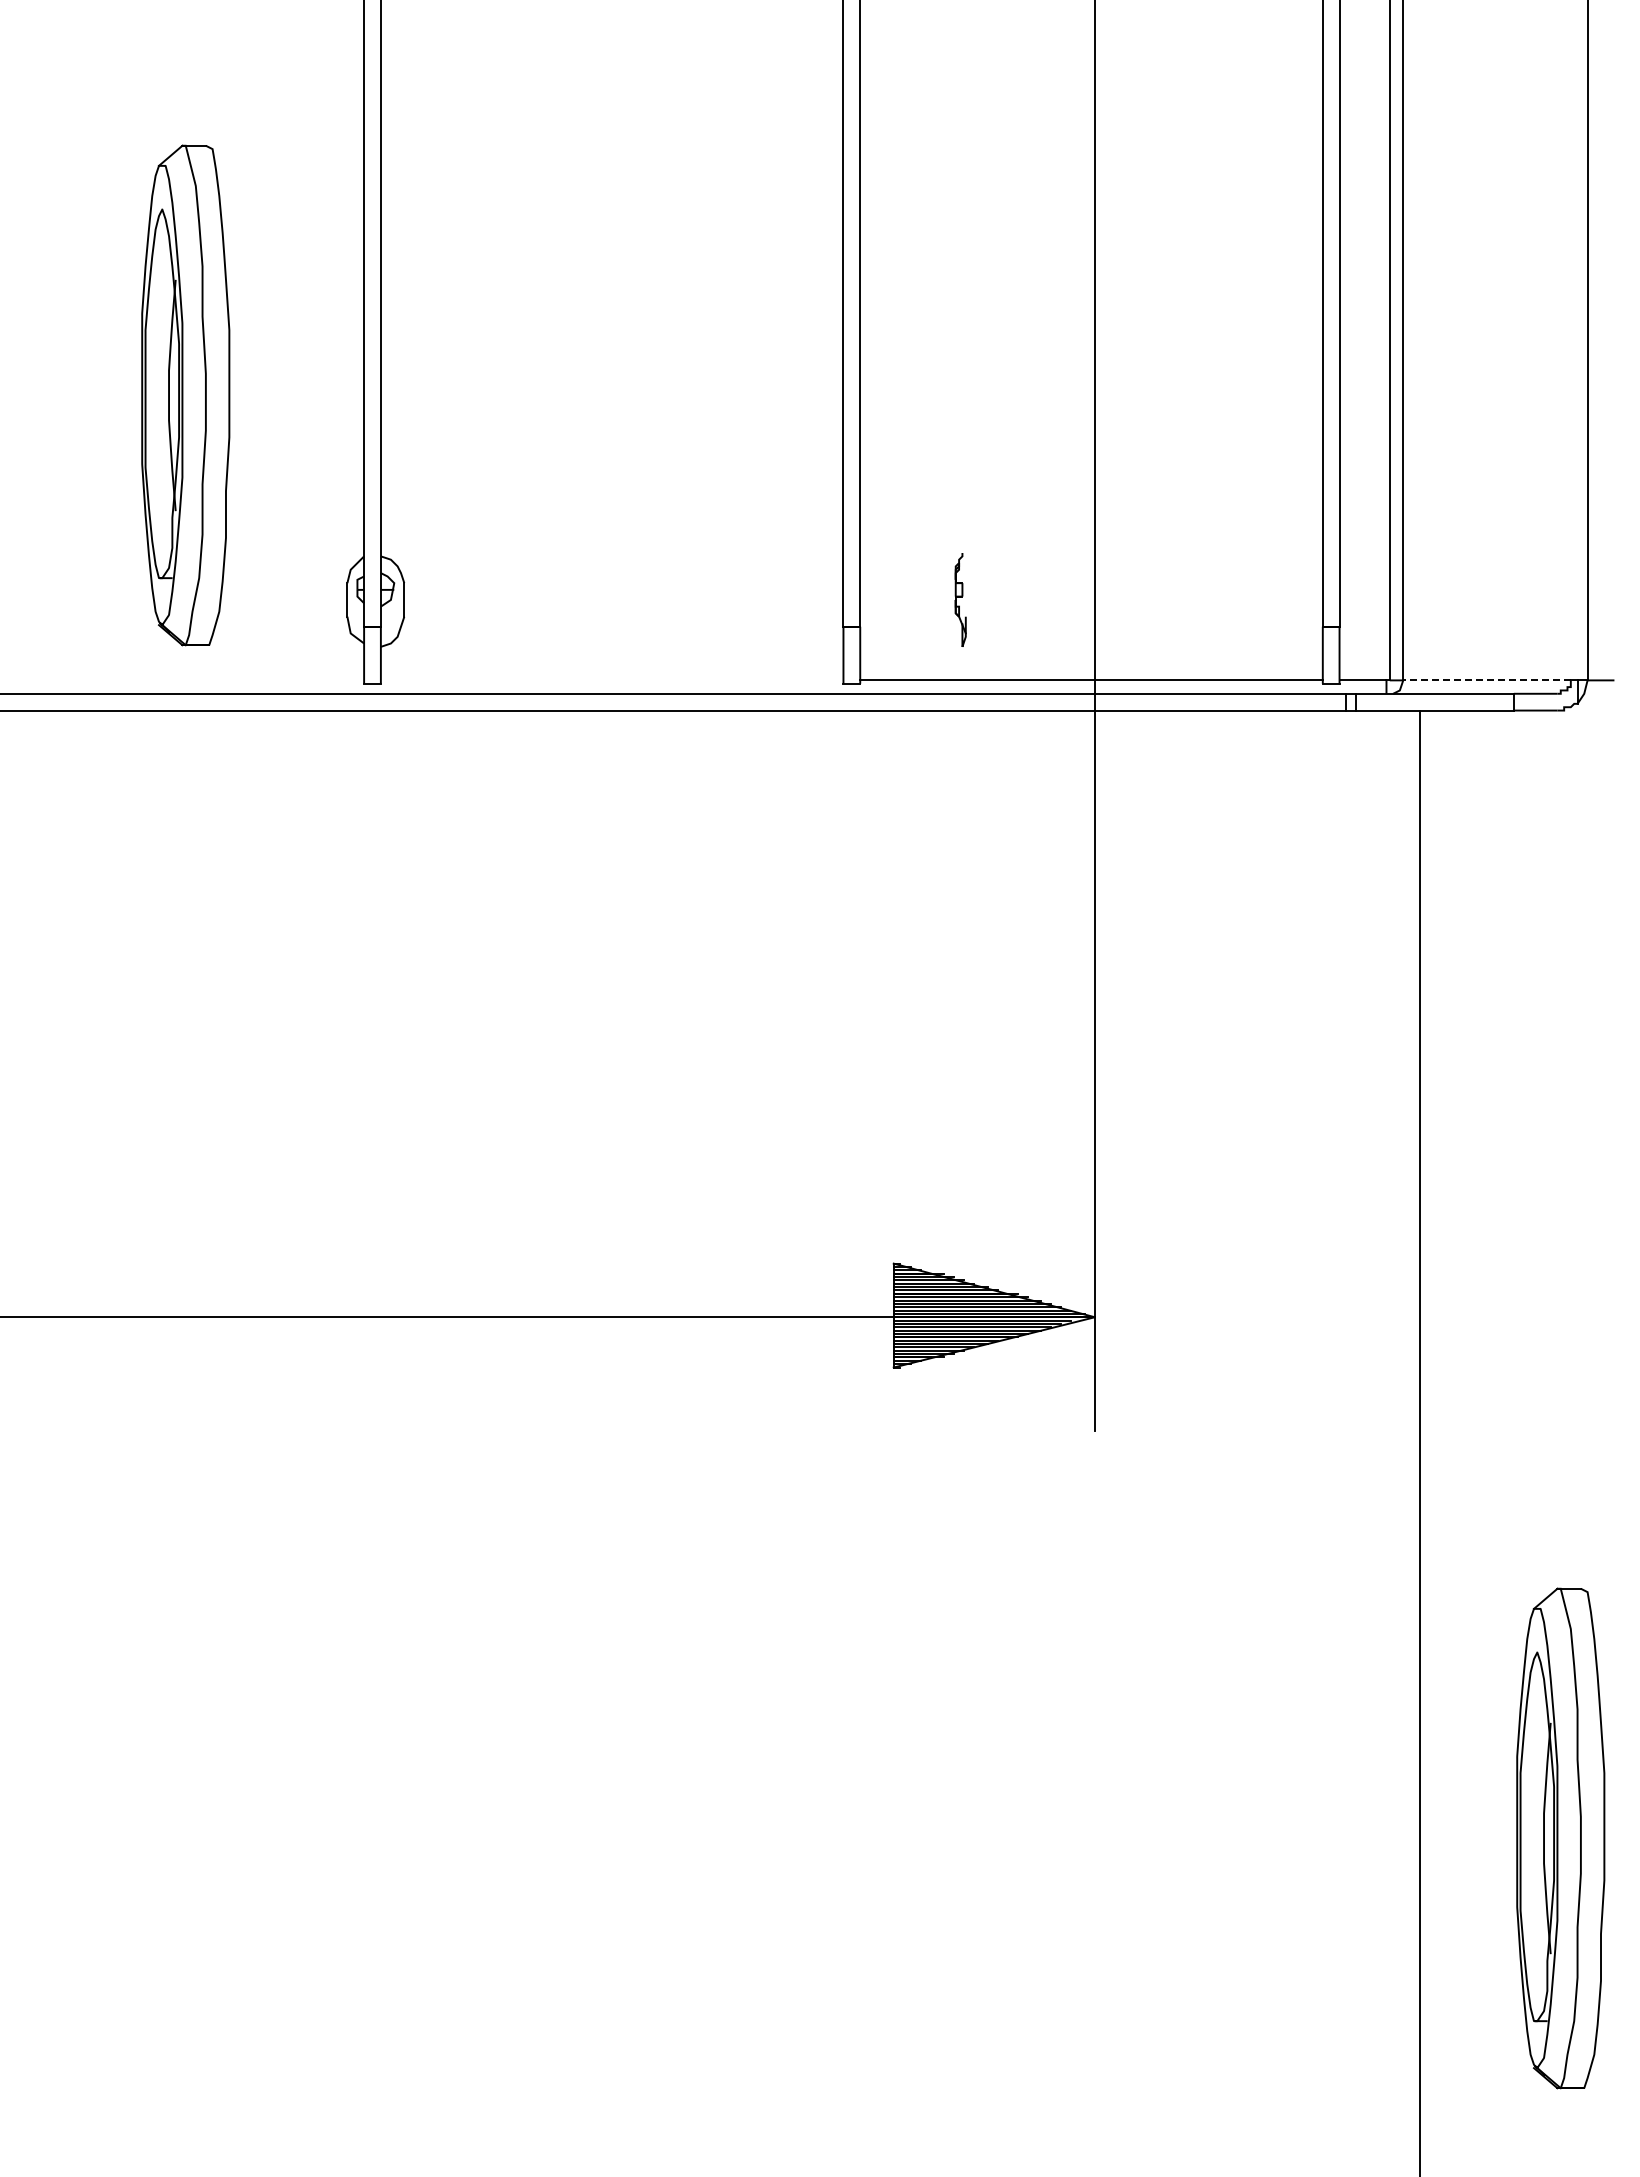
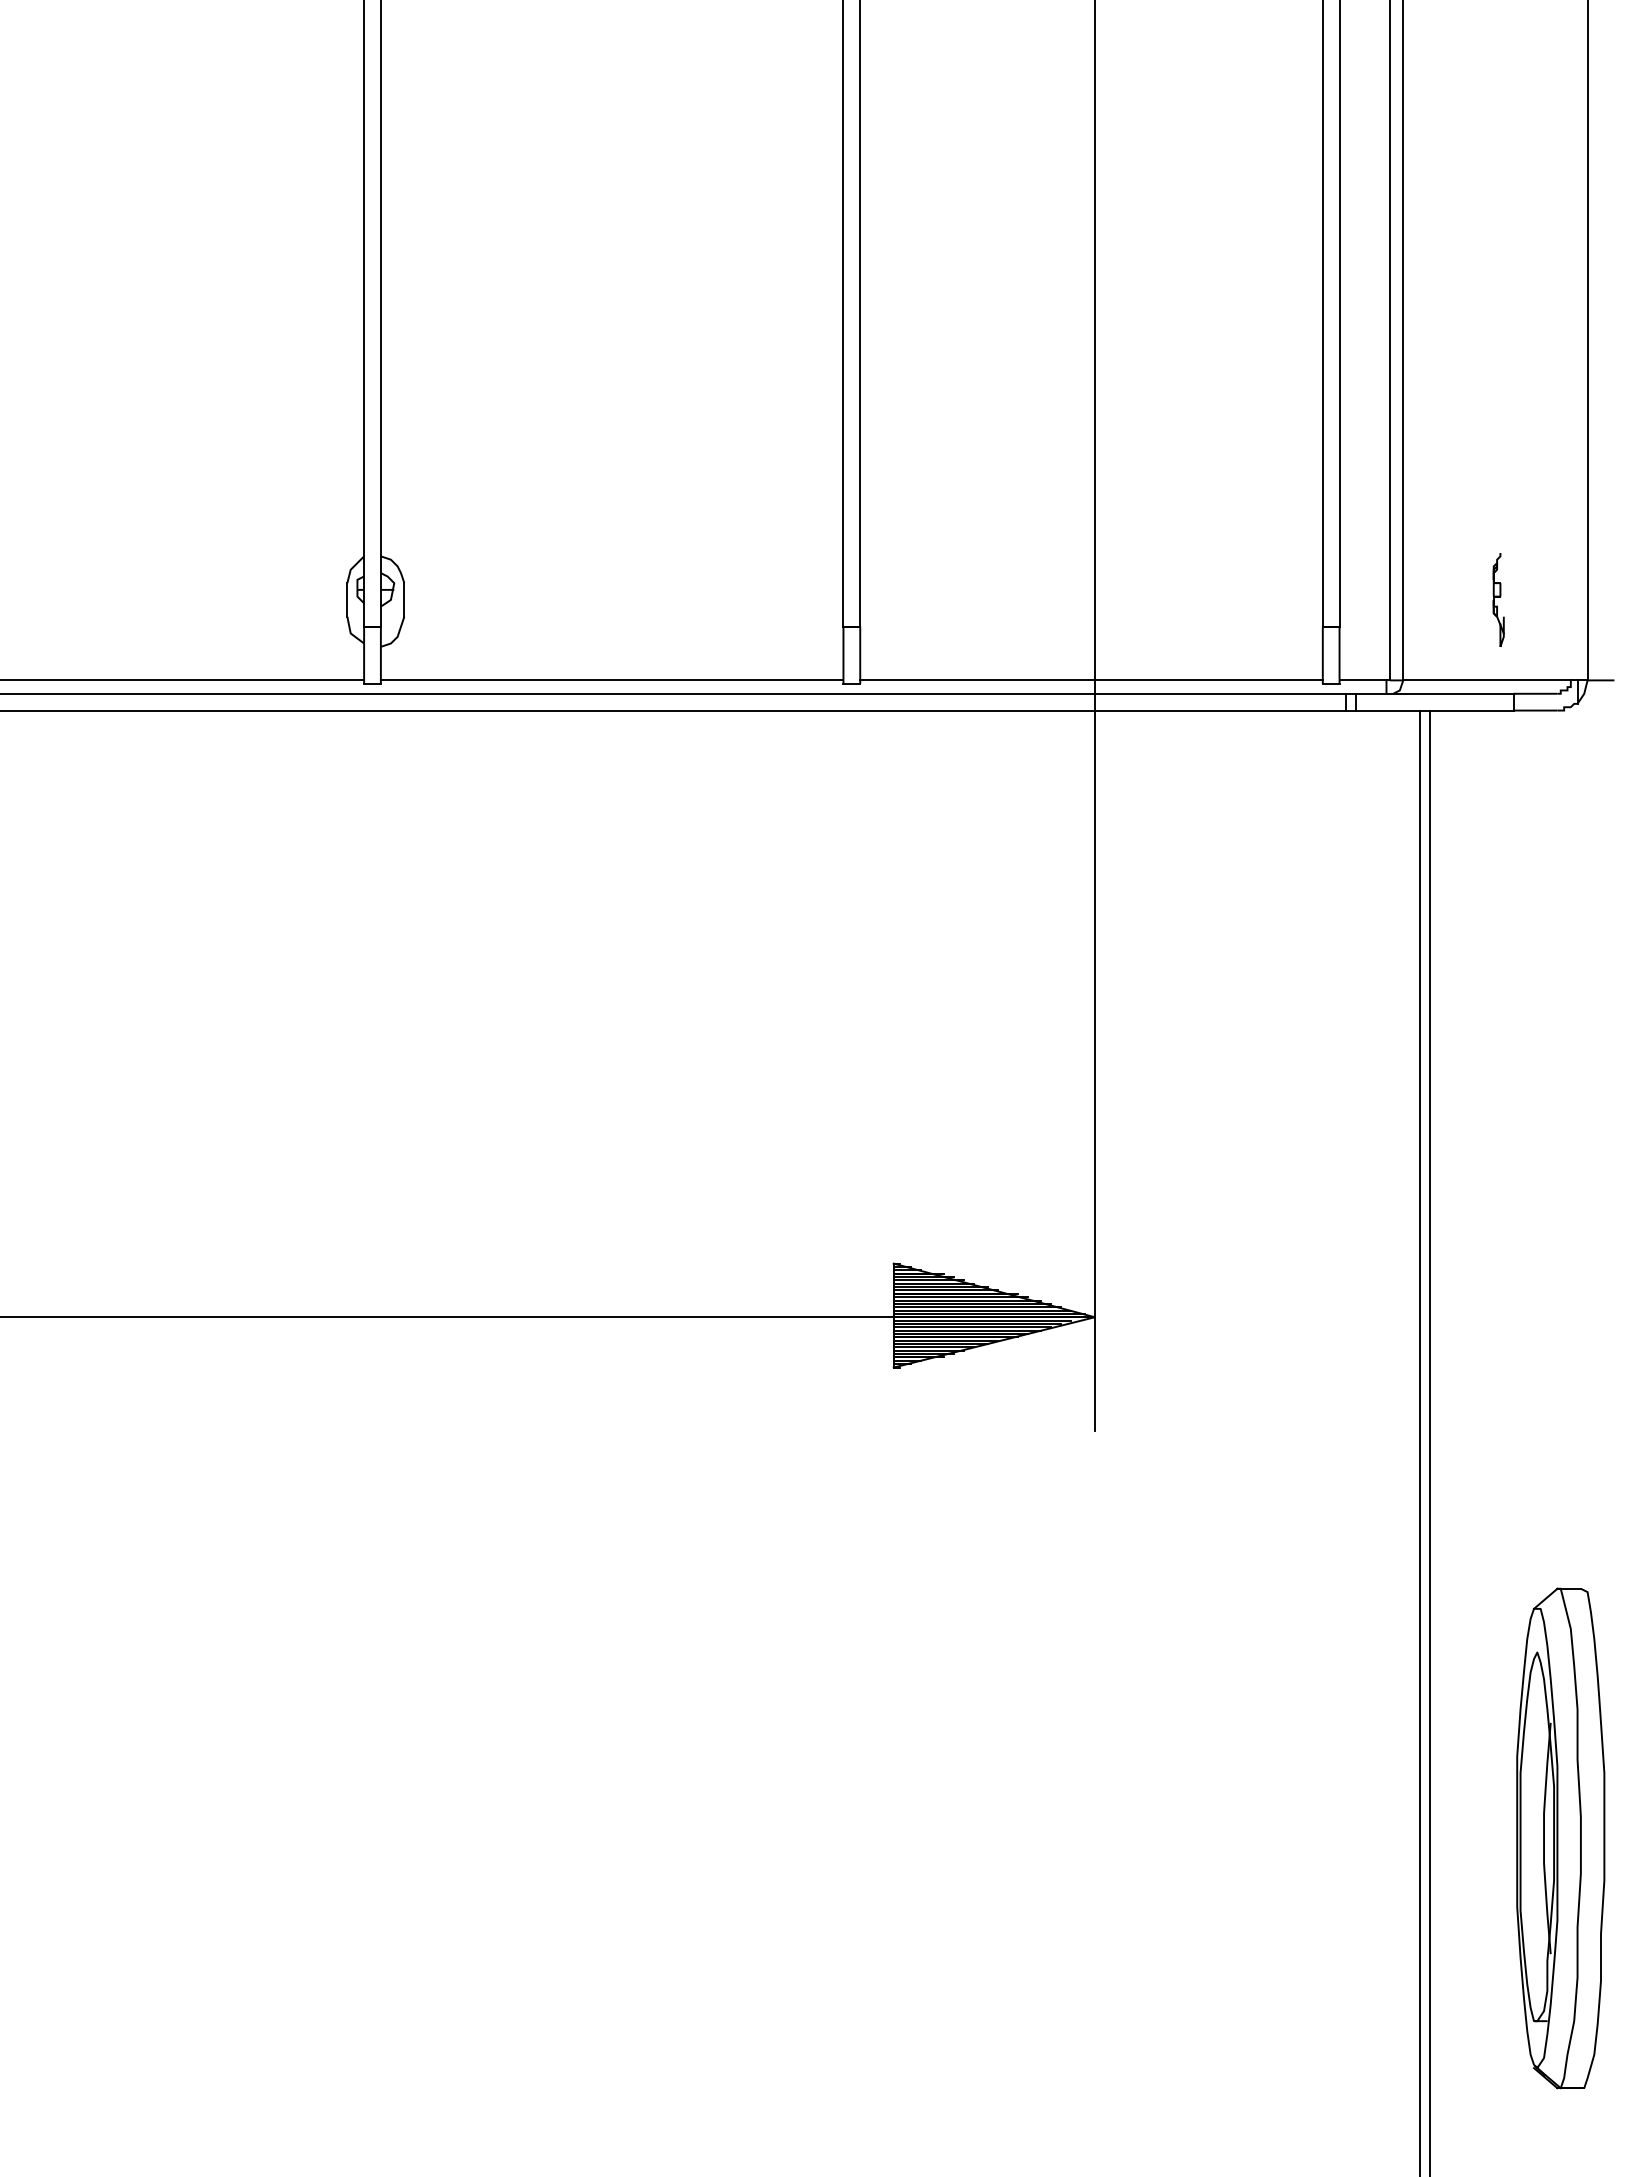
part at (185, 395): present -> none
part at (960, 599) position: (960, 599) -> (1498, 599)
line at (183, 680): none -> present
line at (611, 680): none -> present
line at (1487, 680): dashed -> solid
line at (1430, 1441): none -> present
